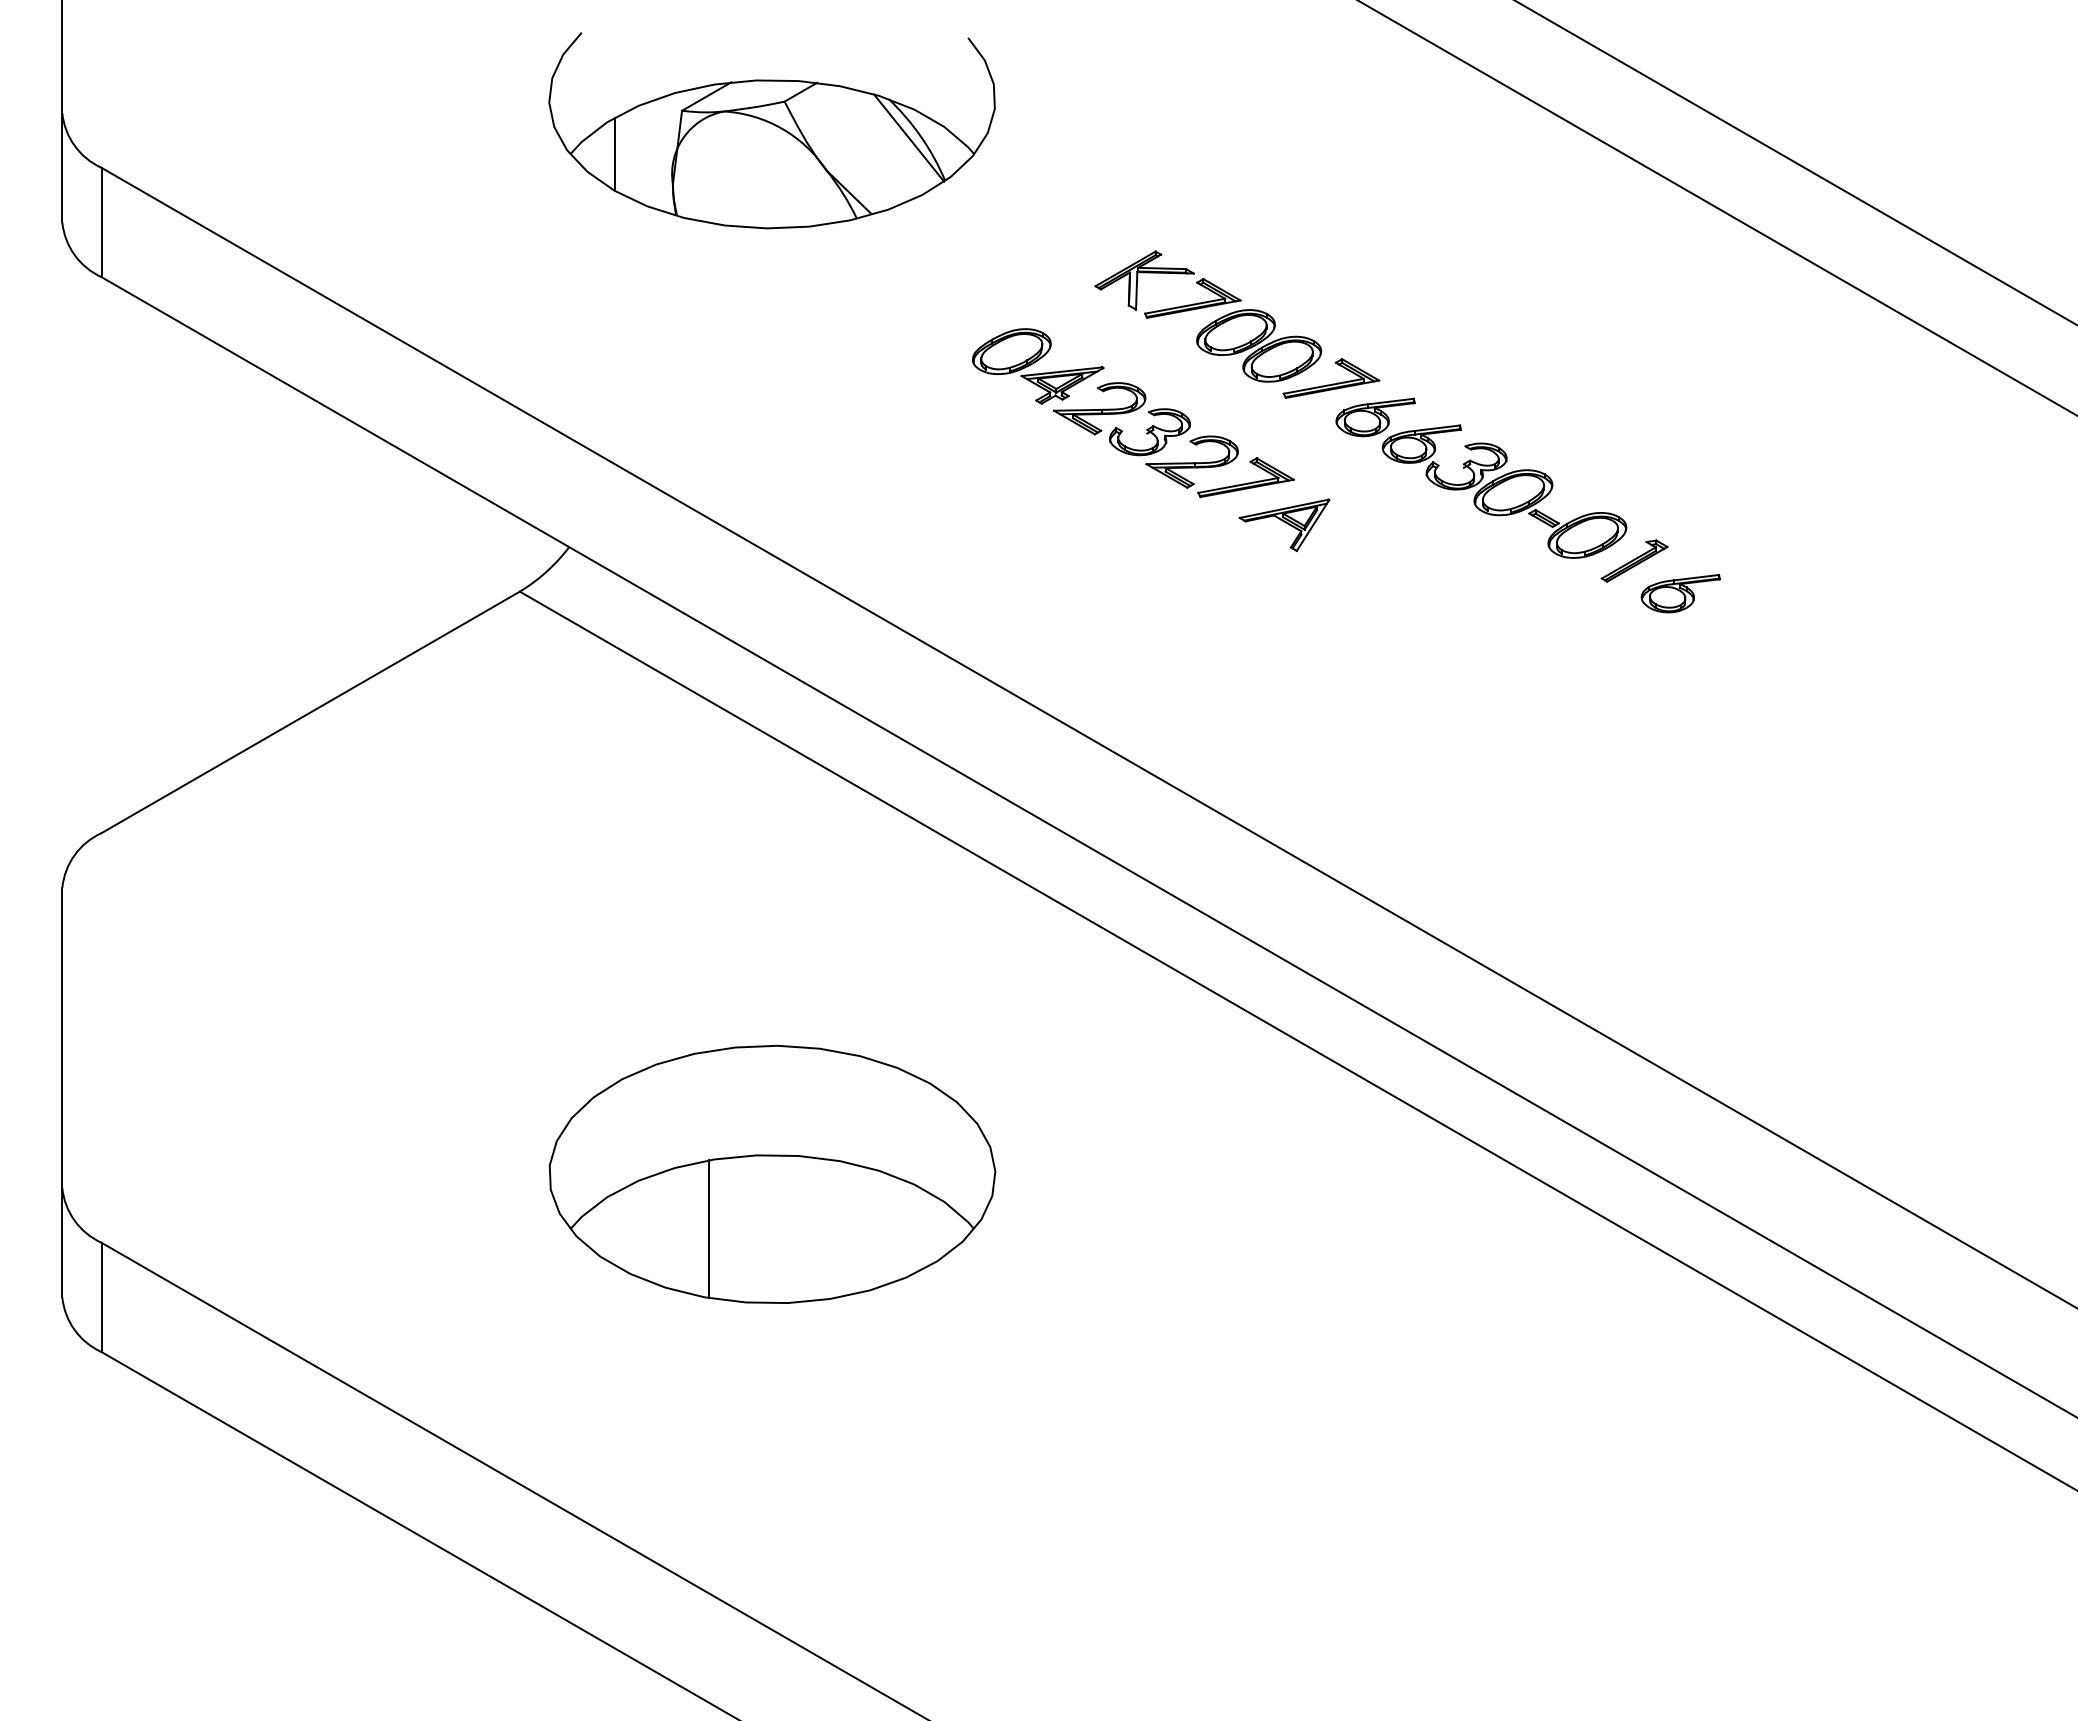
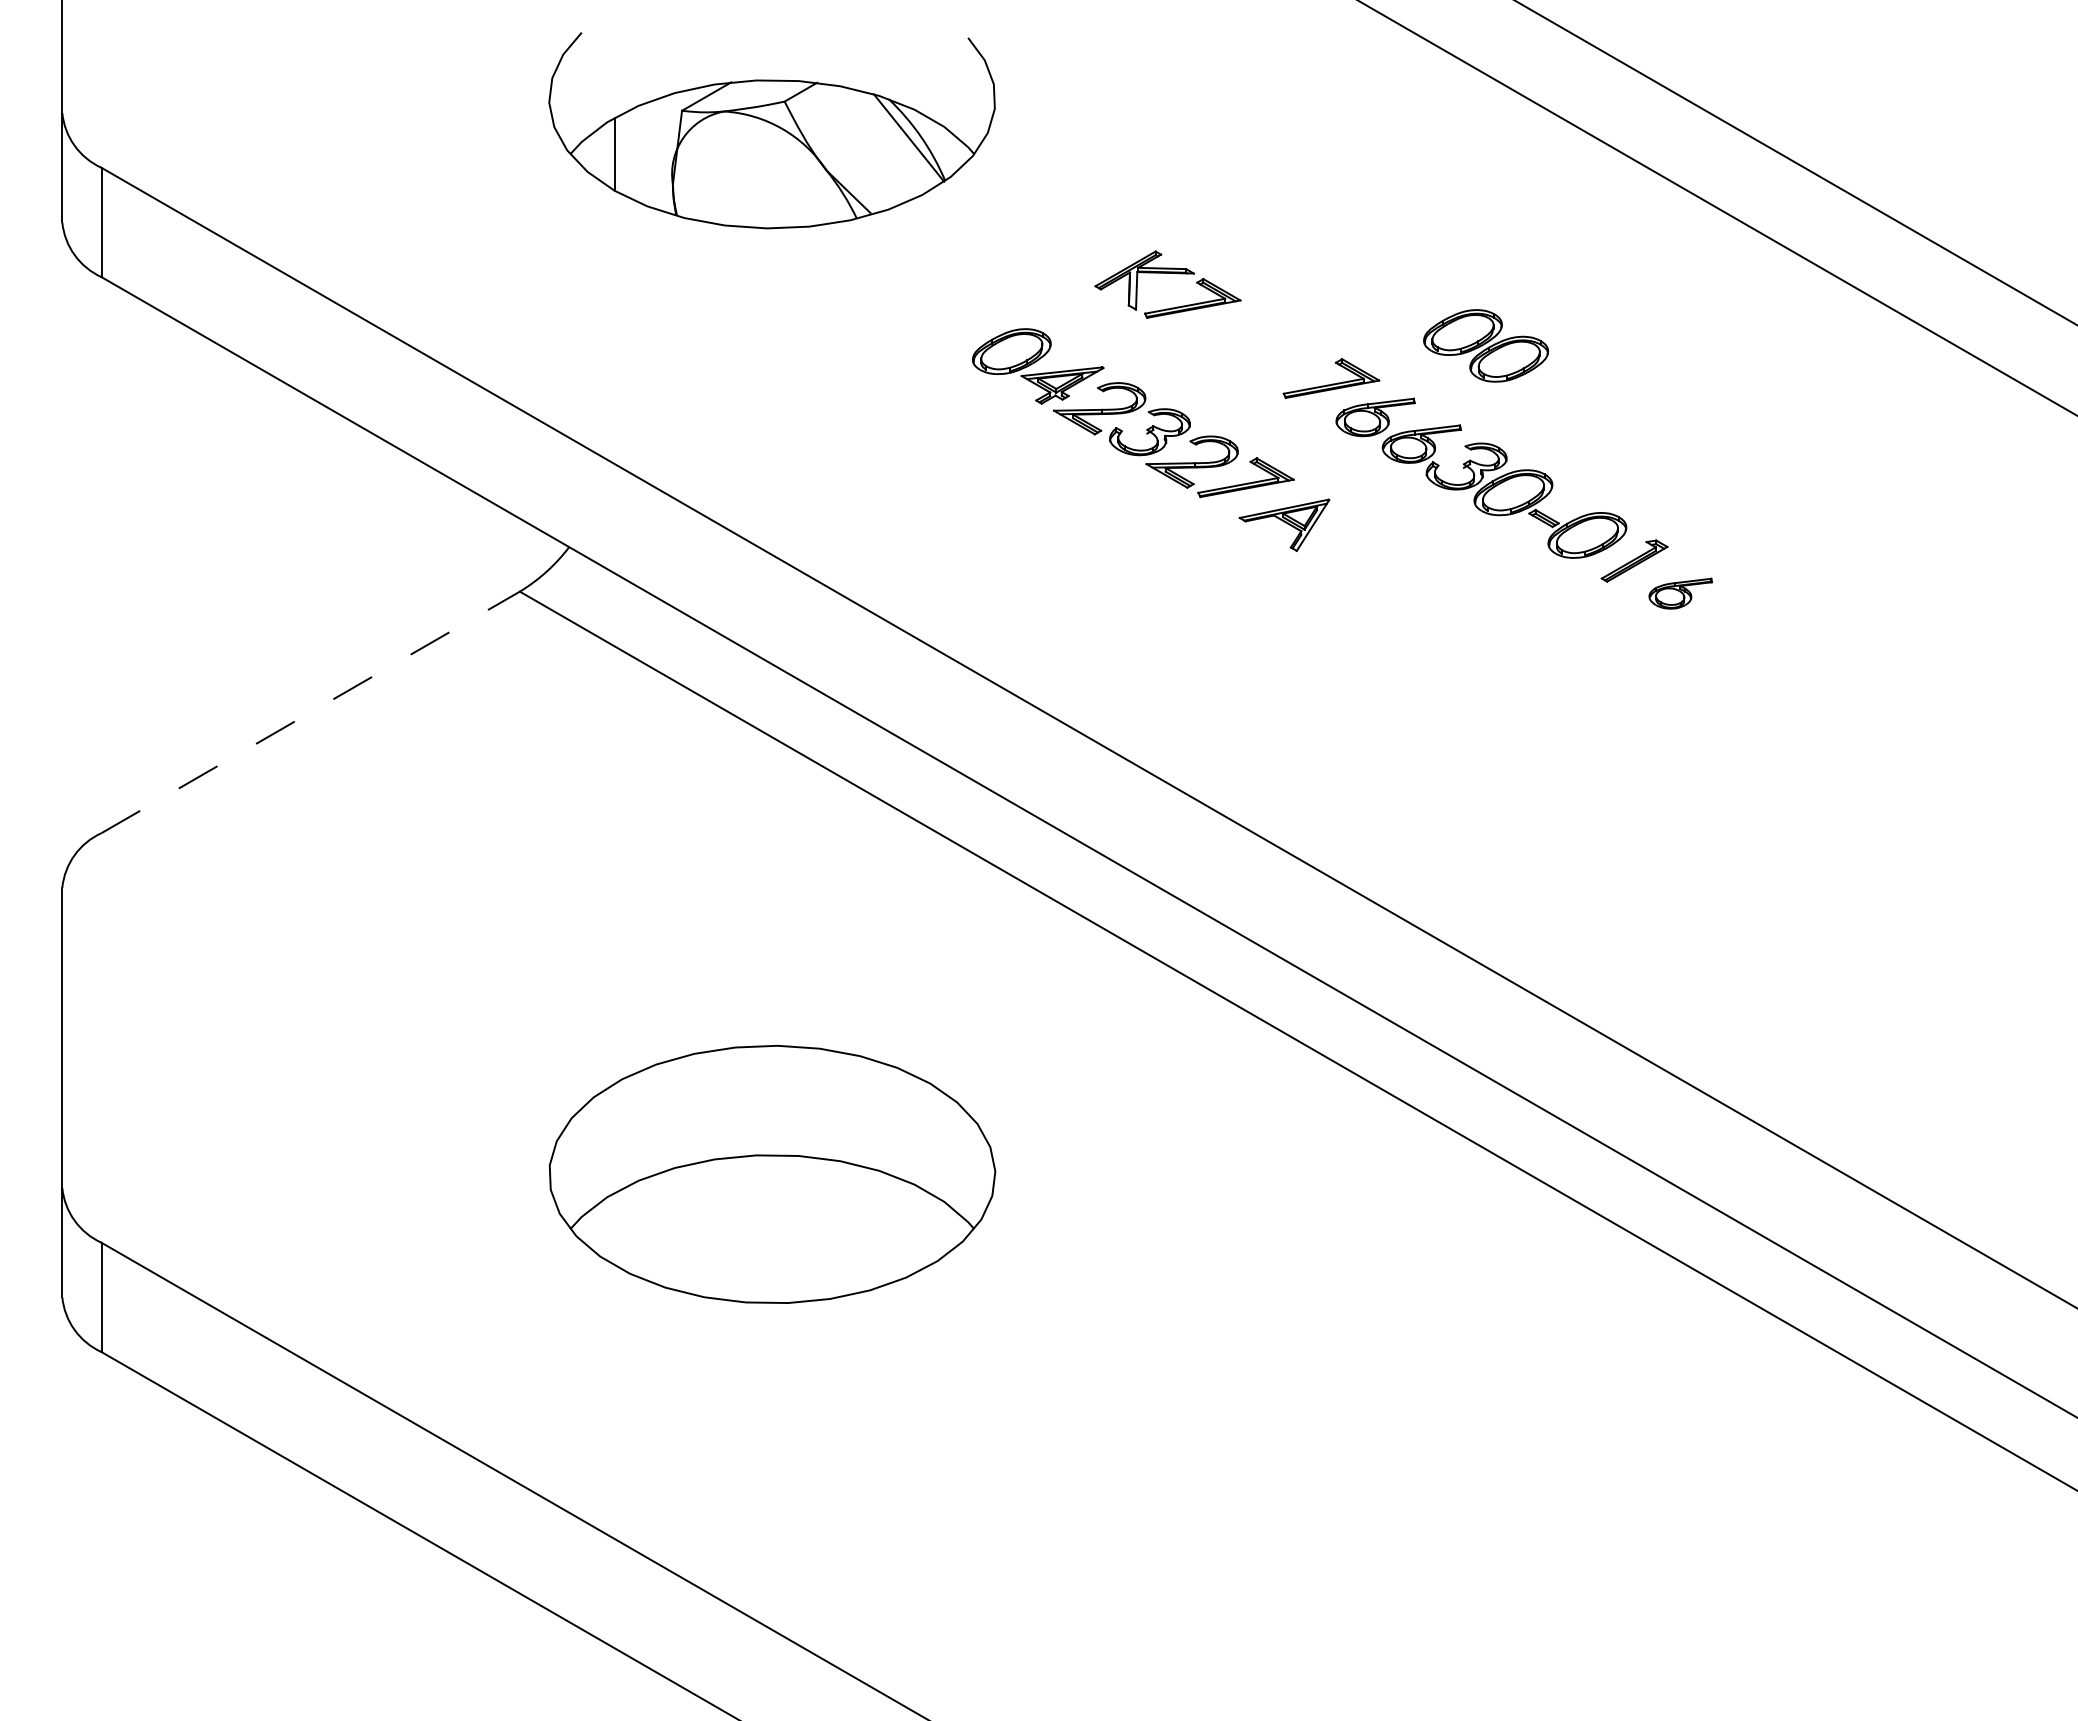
part at (1259, 345) position: (1259, 345) -> (1486, 345)
part at (1680, 593) size: 81x40 px -> 66x33 px
line at (310, 712): solid -> dashed
line at (709, 1229): present -> none
